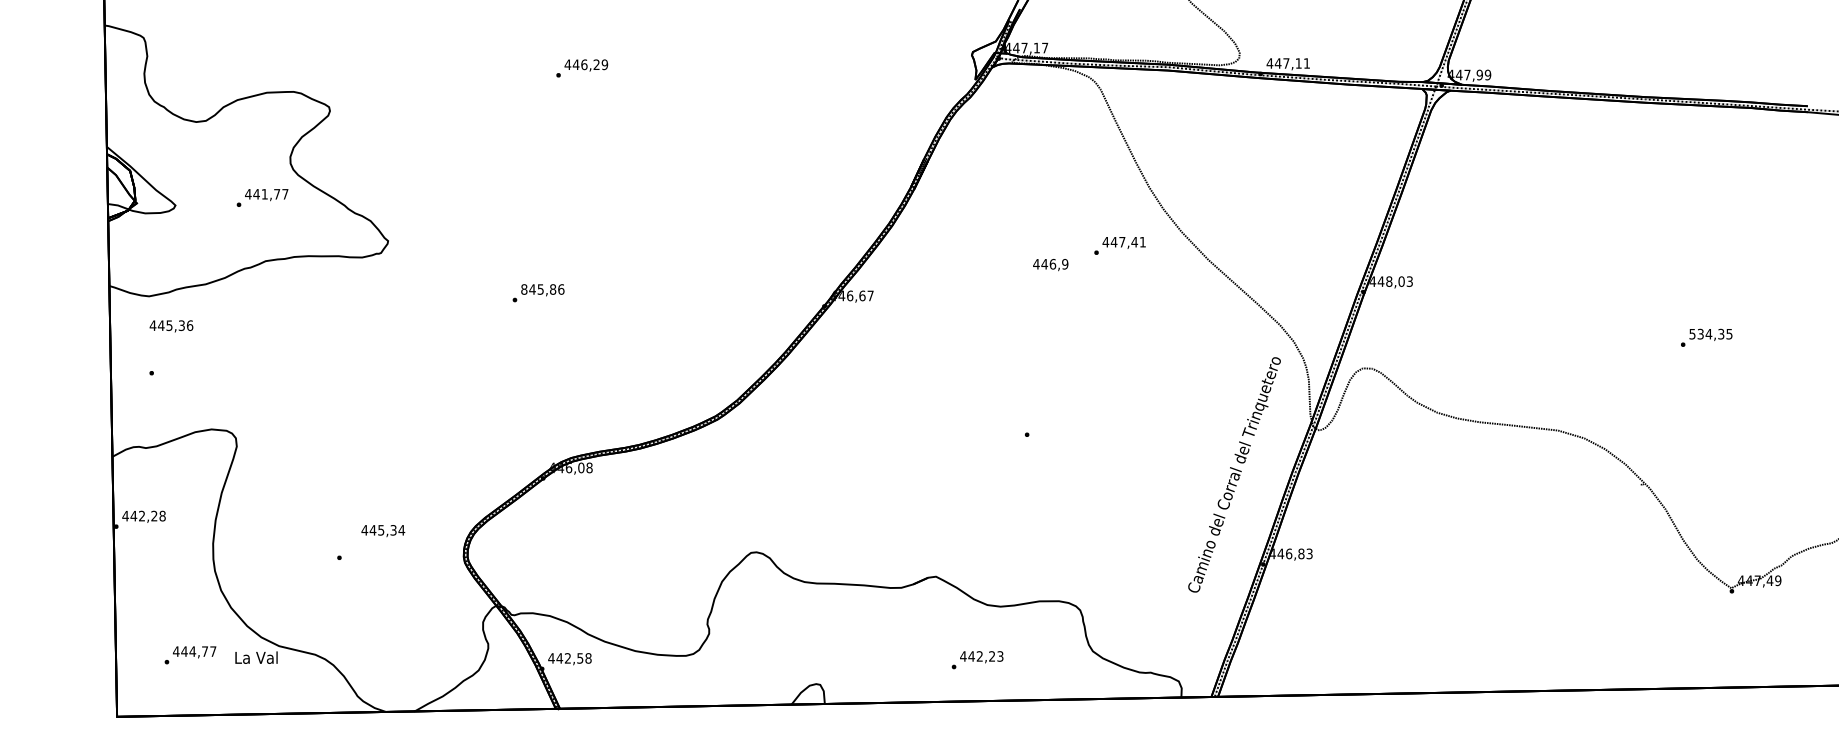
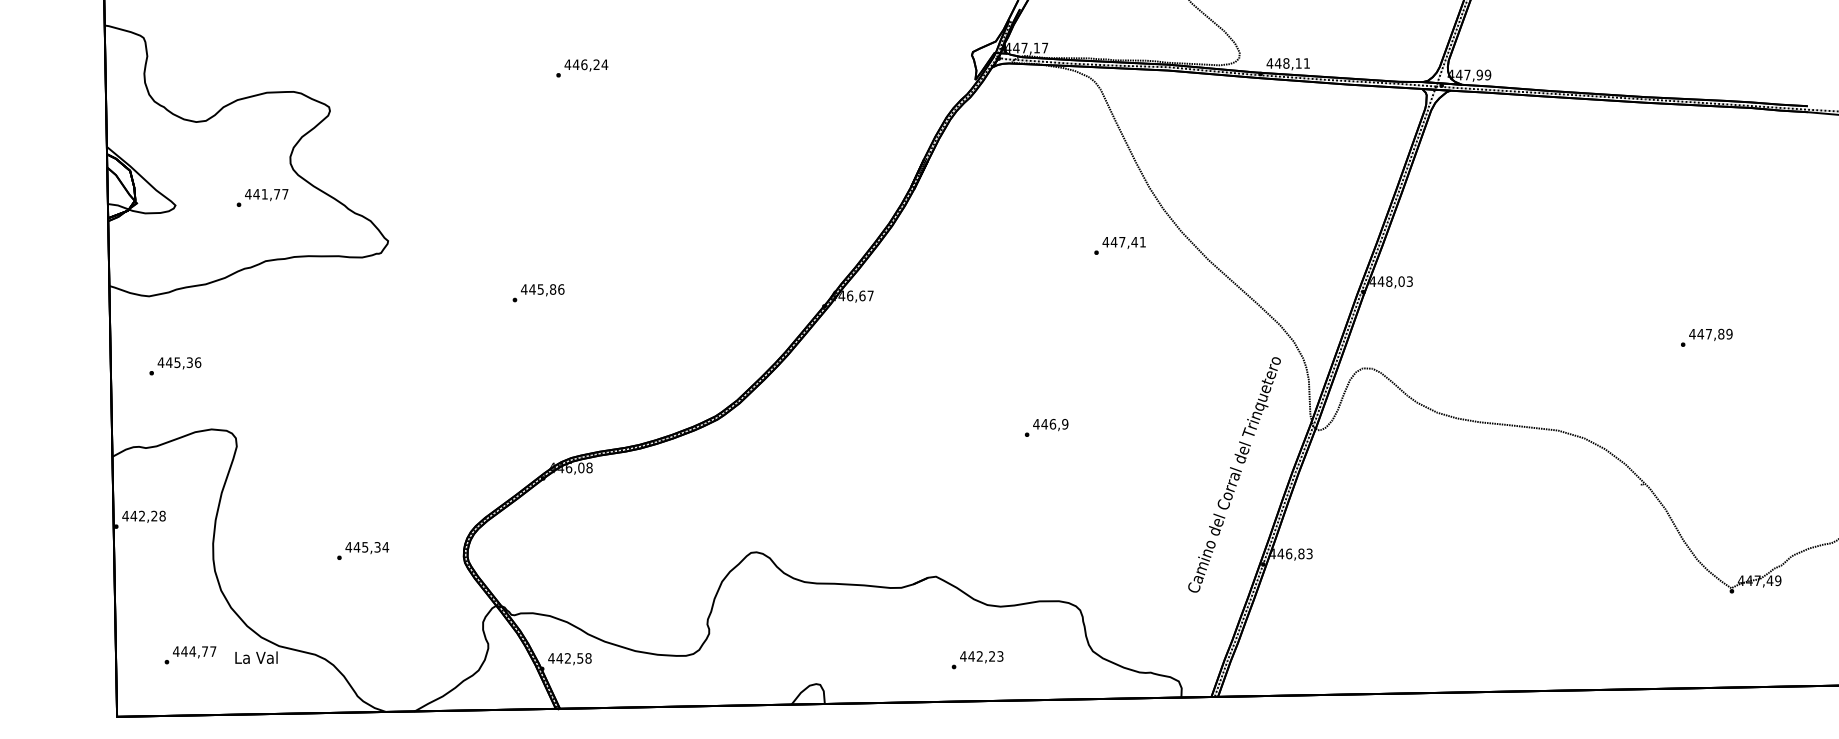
text at (1286, 63): 447,11 -> 448,11
text at (604, 64): 446,29 -> 446,24
text at (1050, 265) position: (1050, 265) -> (1050, 425)
text at (523, 289): 845,86 -> 445,86
text at (171, 326) position: (171, 326) -> (179, 363)
text at (1710, 333): 534,35 -> 447,89
text at (383, 531) position: (383, 531) -> (367, 548)
